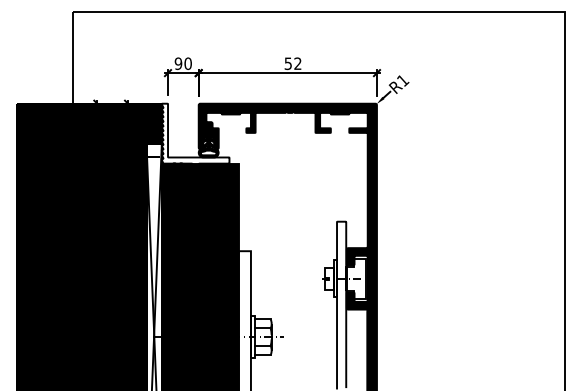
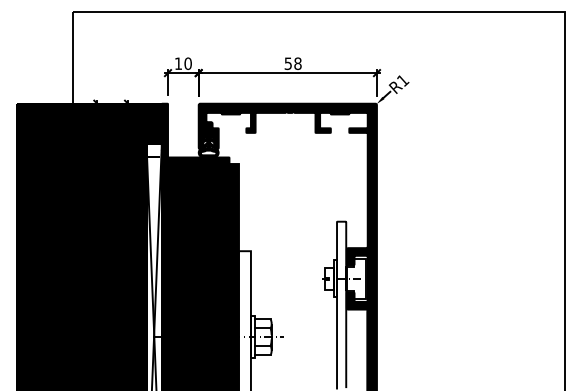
text at (178, 63): 90 -> 10
text at (297, 63): 52 -> 58
fill at (195, 148): none -> present
